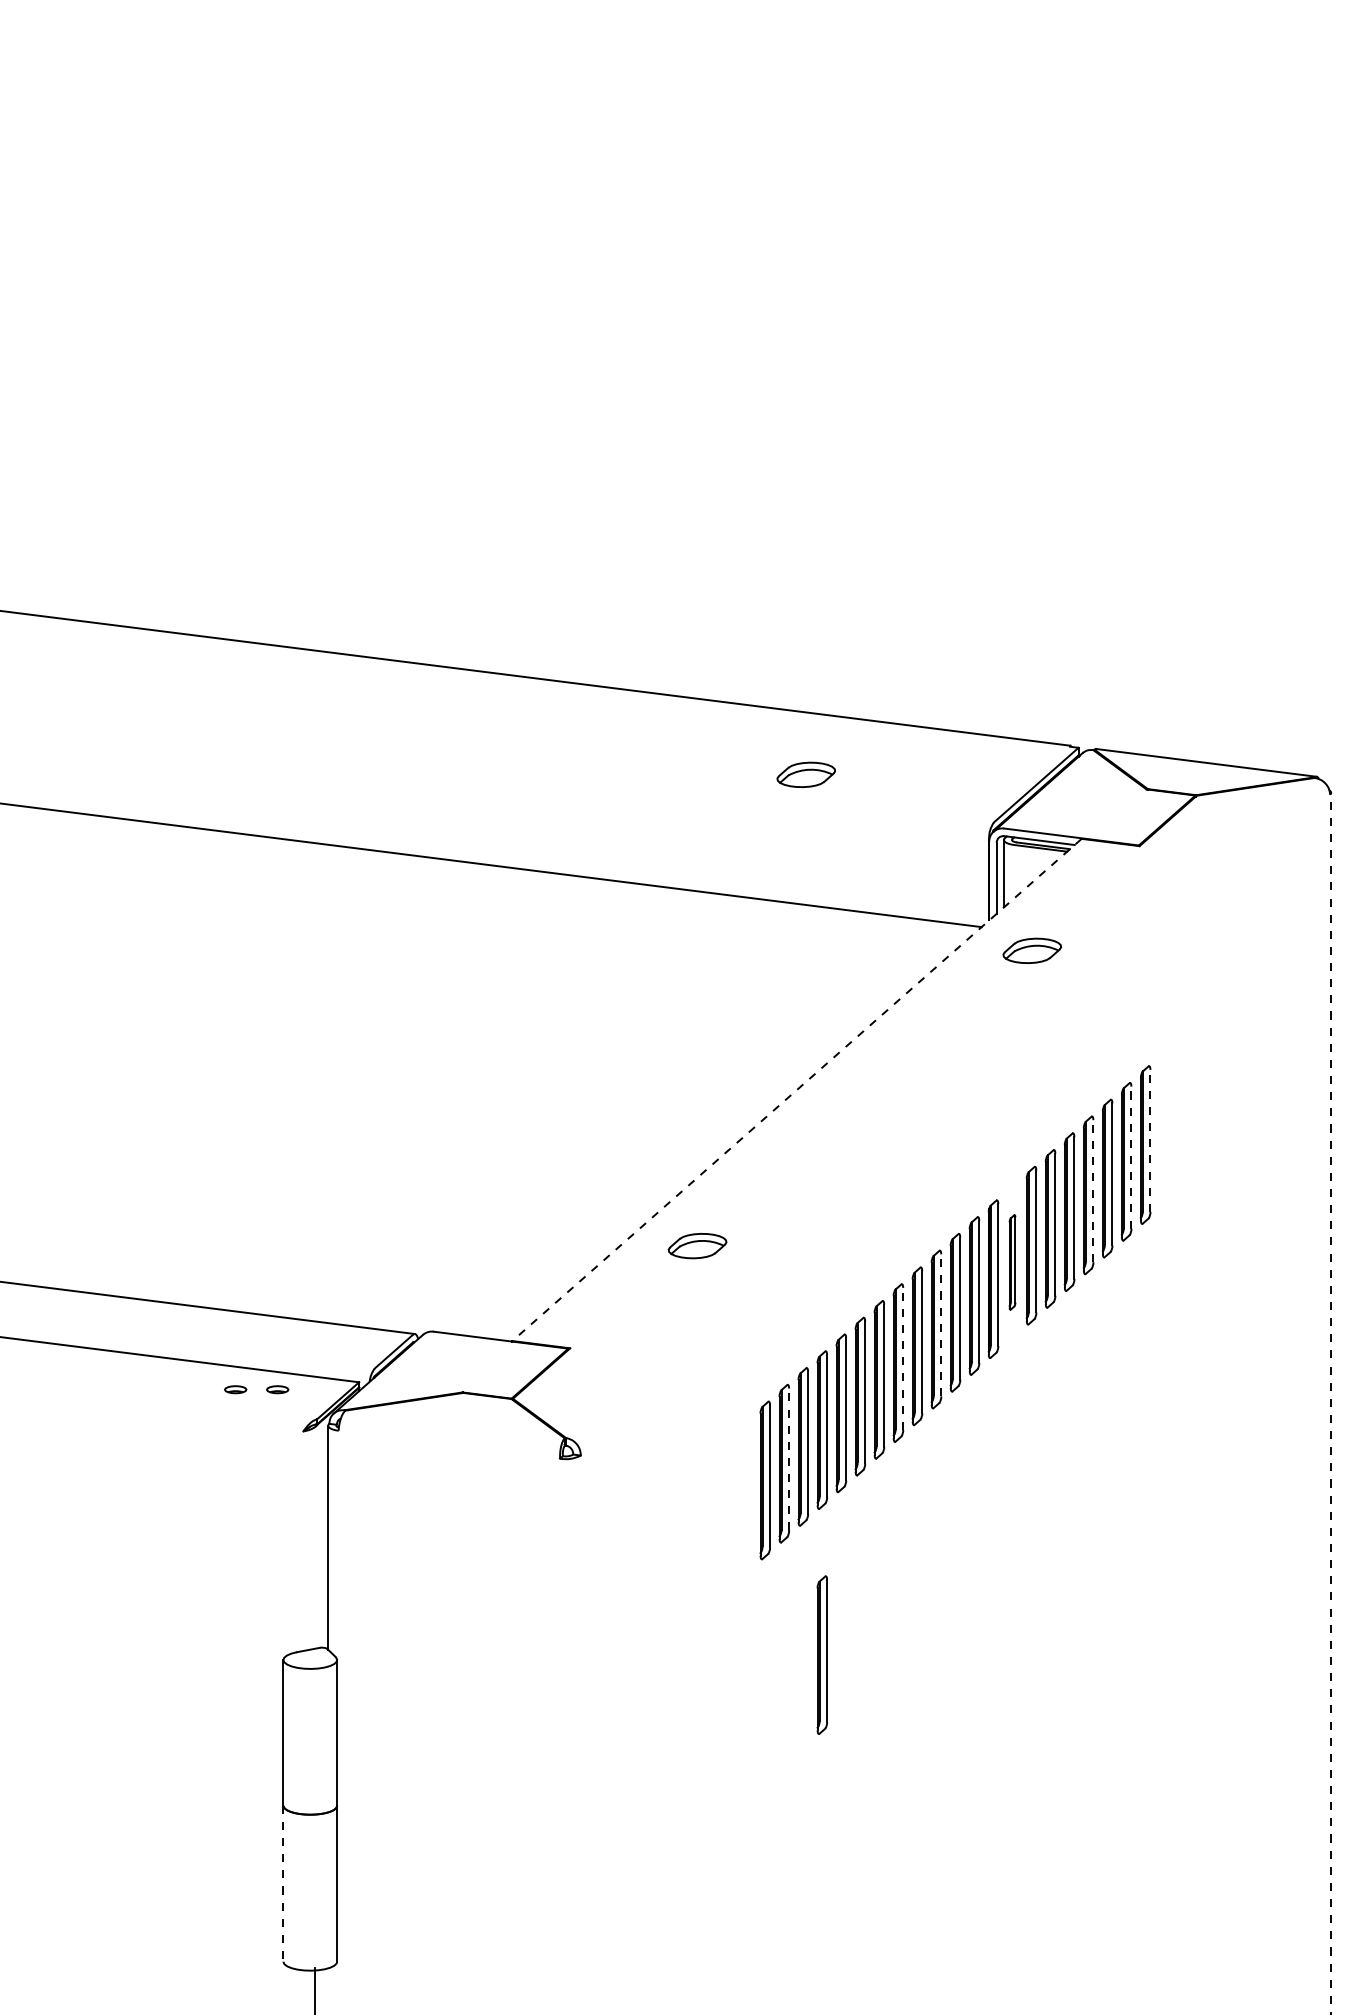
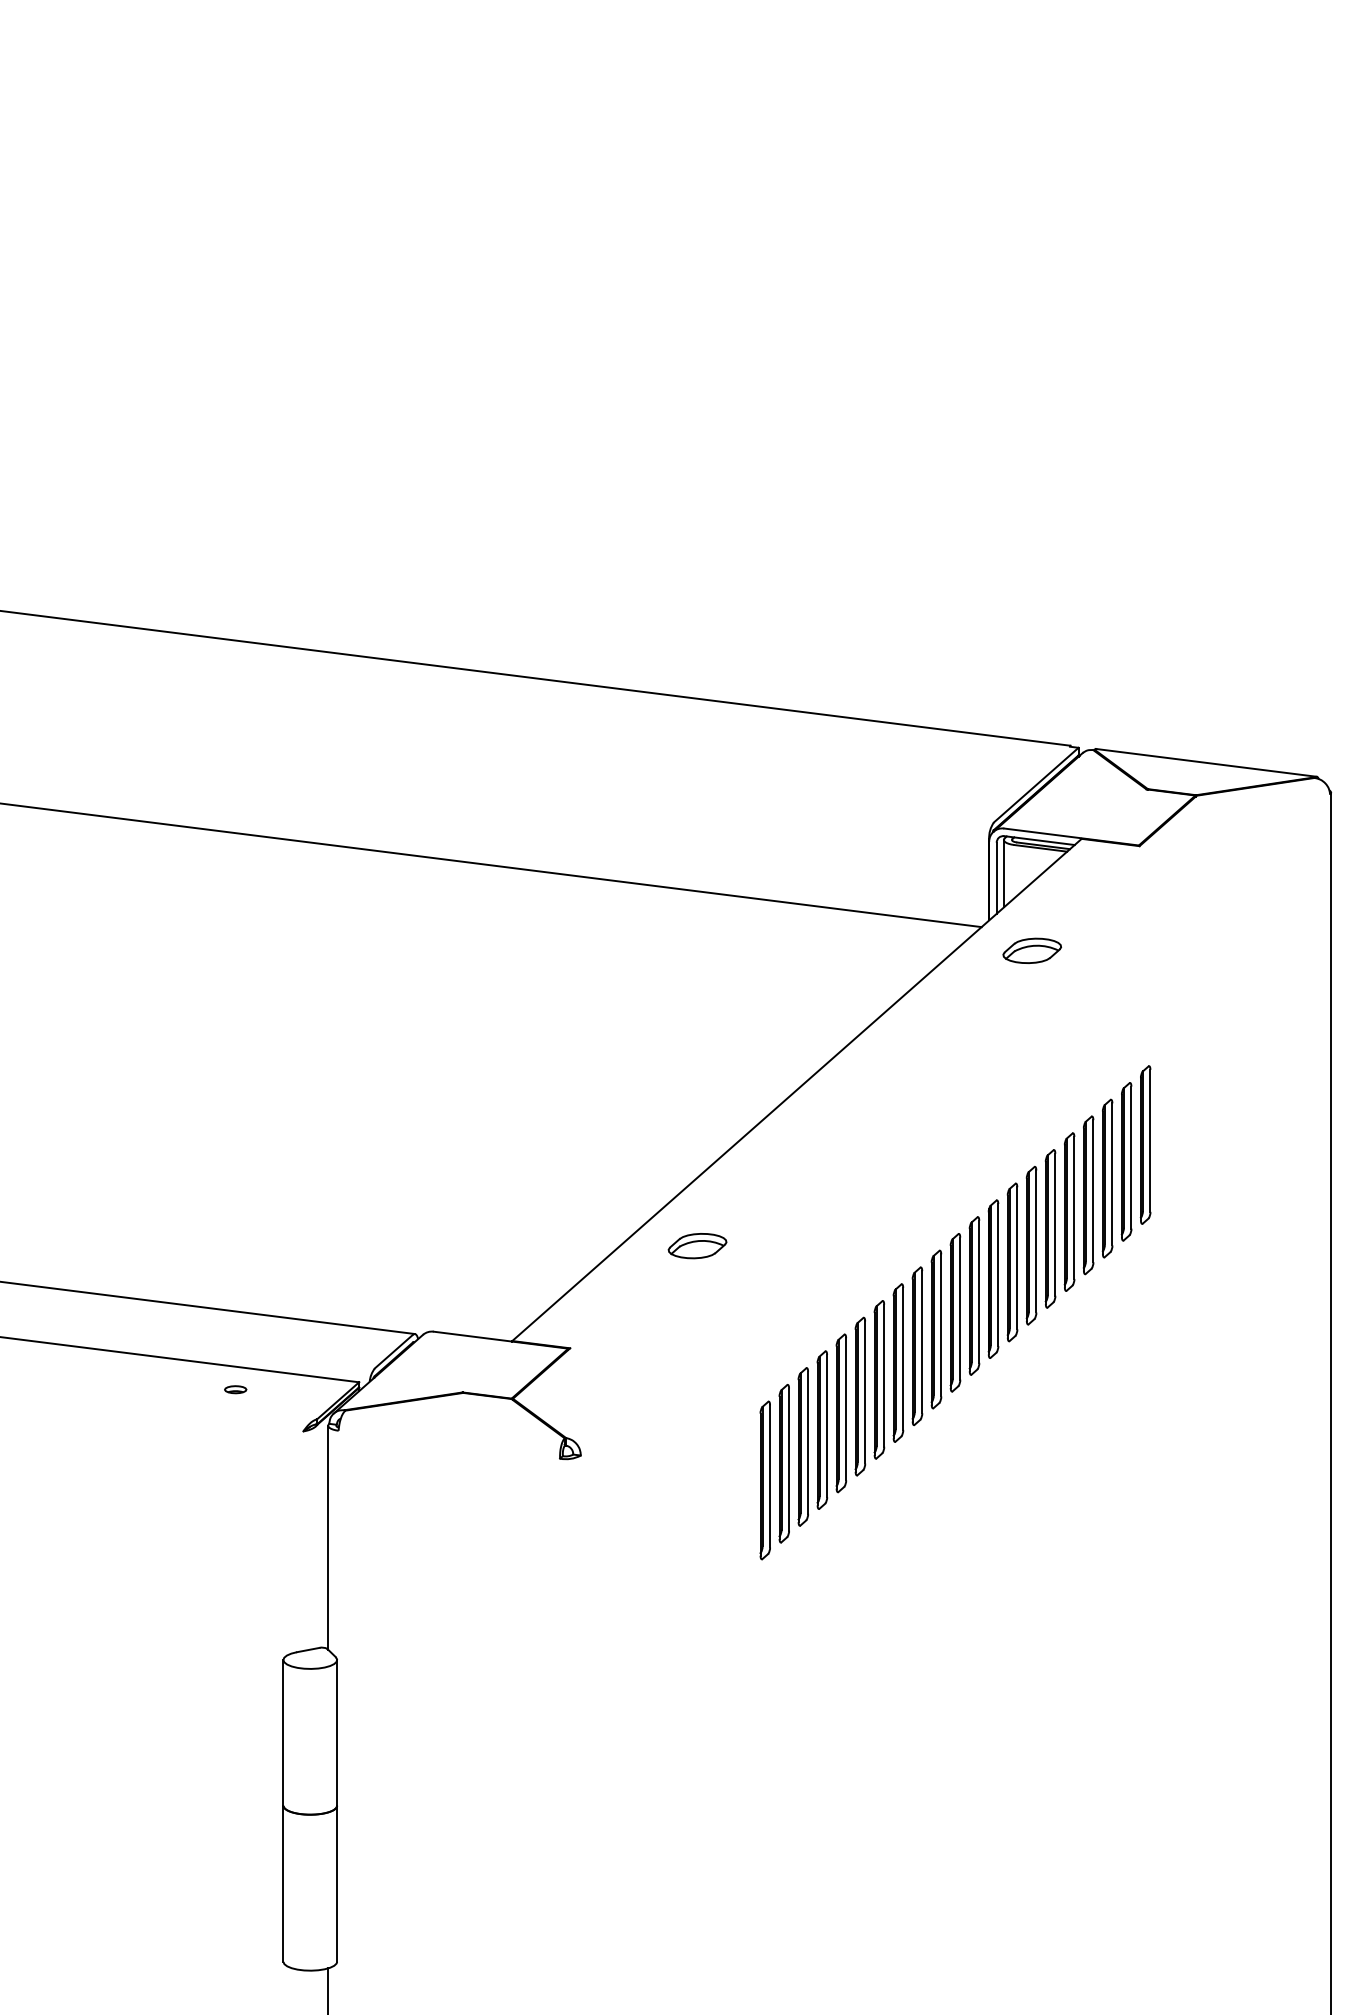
part at (805, 774): present -> none
line at (797, 1089): dashed -> solid
line at (1150, 1140): dashed -> solid
line at (1131, 1157): dashed -> solid
line at (1093, 1191): dashed -> solid
part at (1012, 1262) size: 9x97 px -> 13x161 px
line at (941, 1325): dashed -> solid
line at (903, 1358): dashed -> solid
part at (277, 1389): present -> none
line at (1331, 1403): dashed -> solid
line at (789, 1459): dashed -> solid
part at (821, 1654): present -> none
line at (283, 1883): dashed -> solid
line at (315, 1989) position: (315, 1989) -> (328, 1989)
